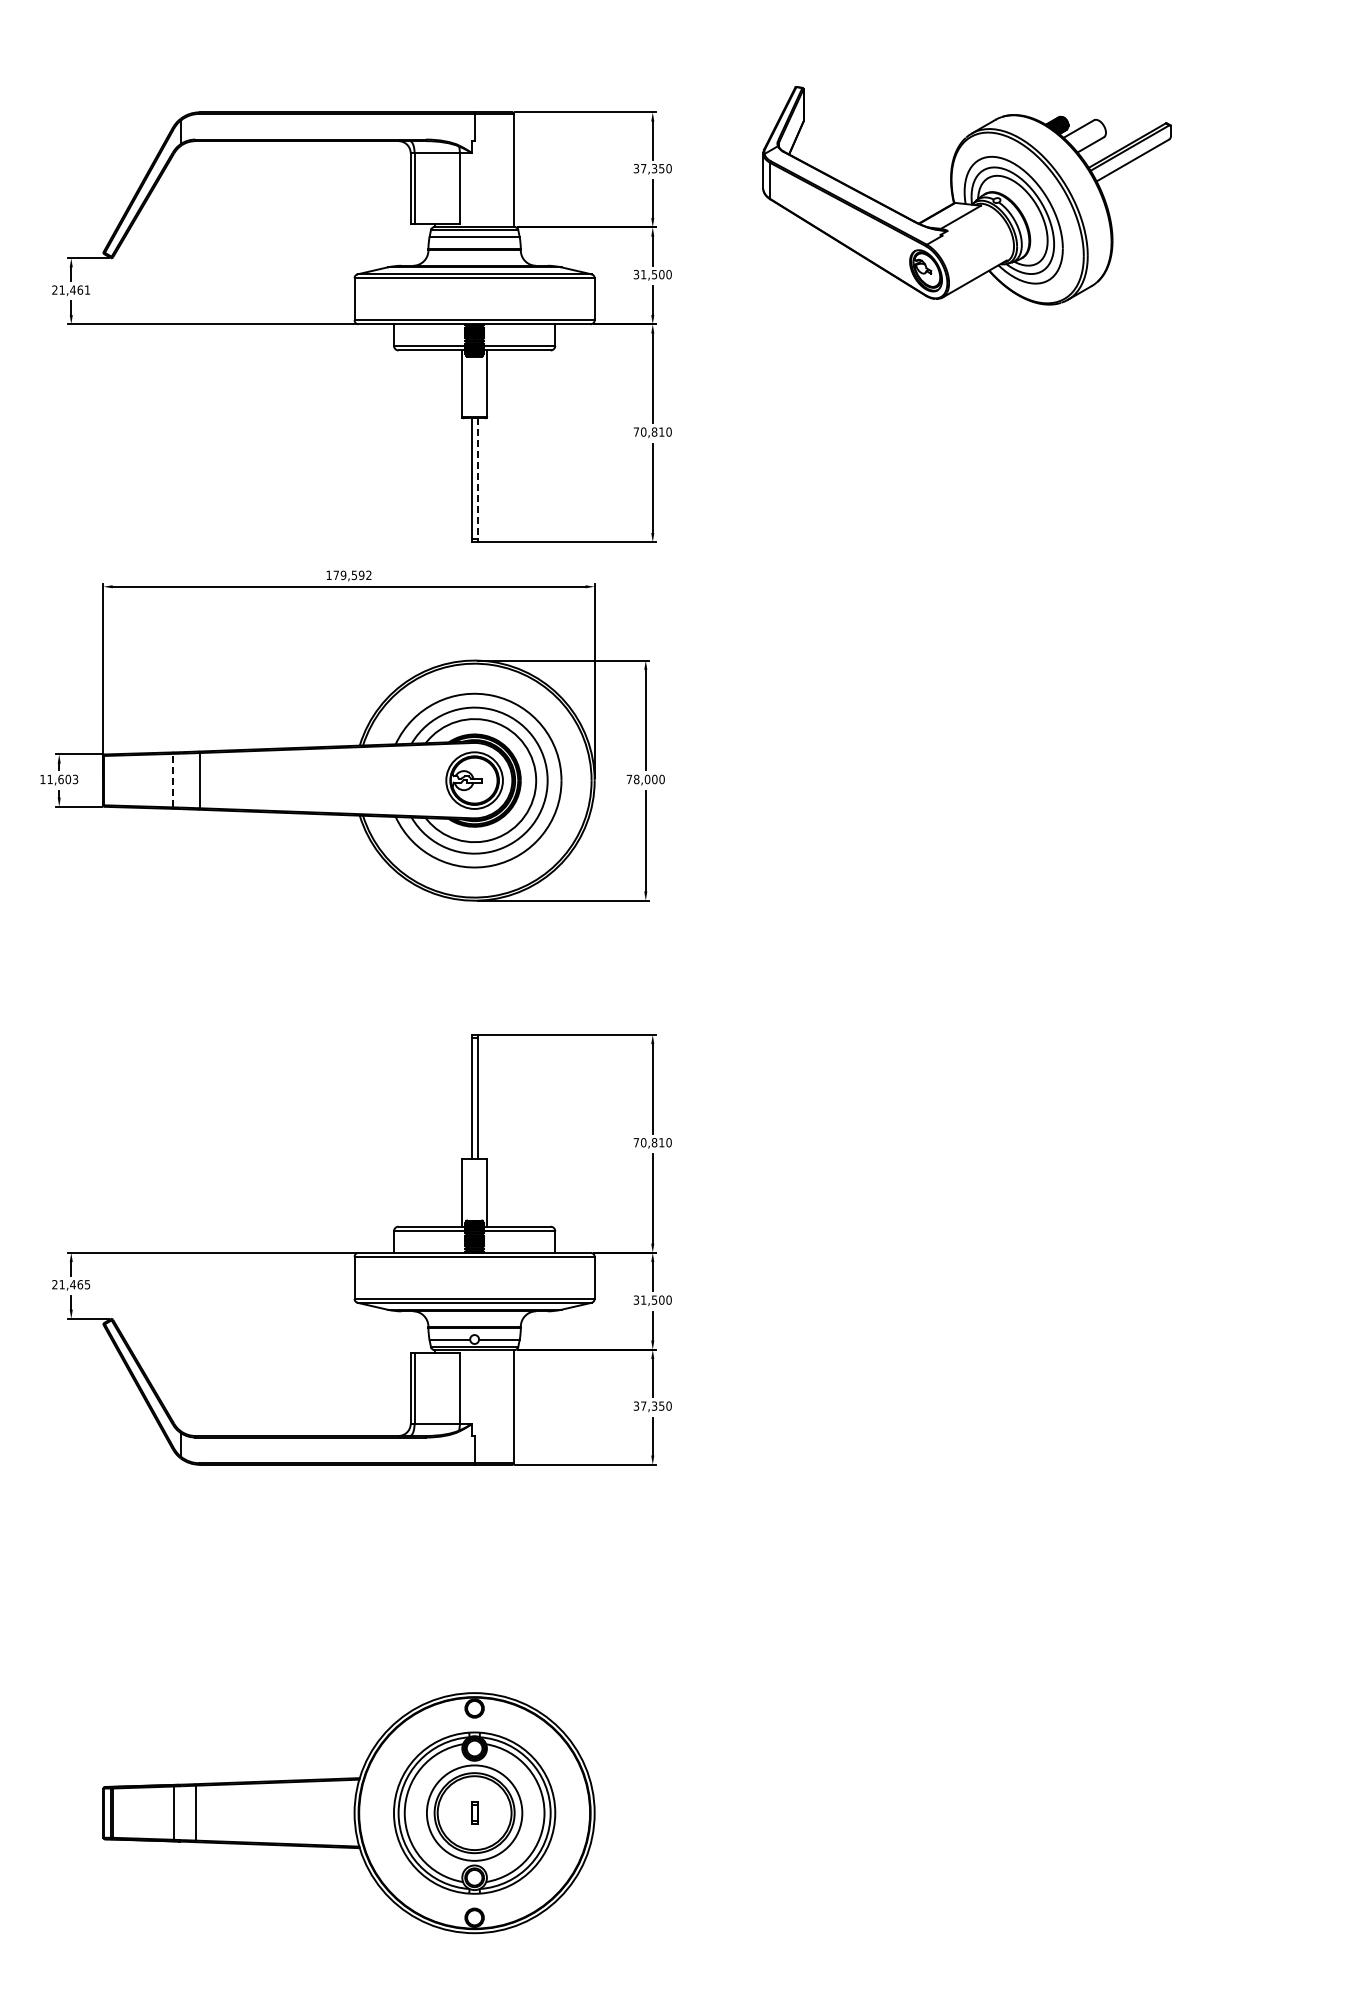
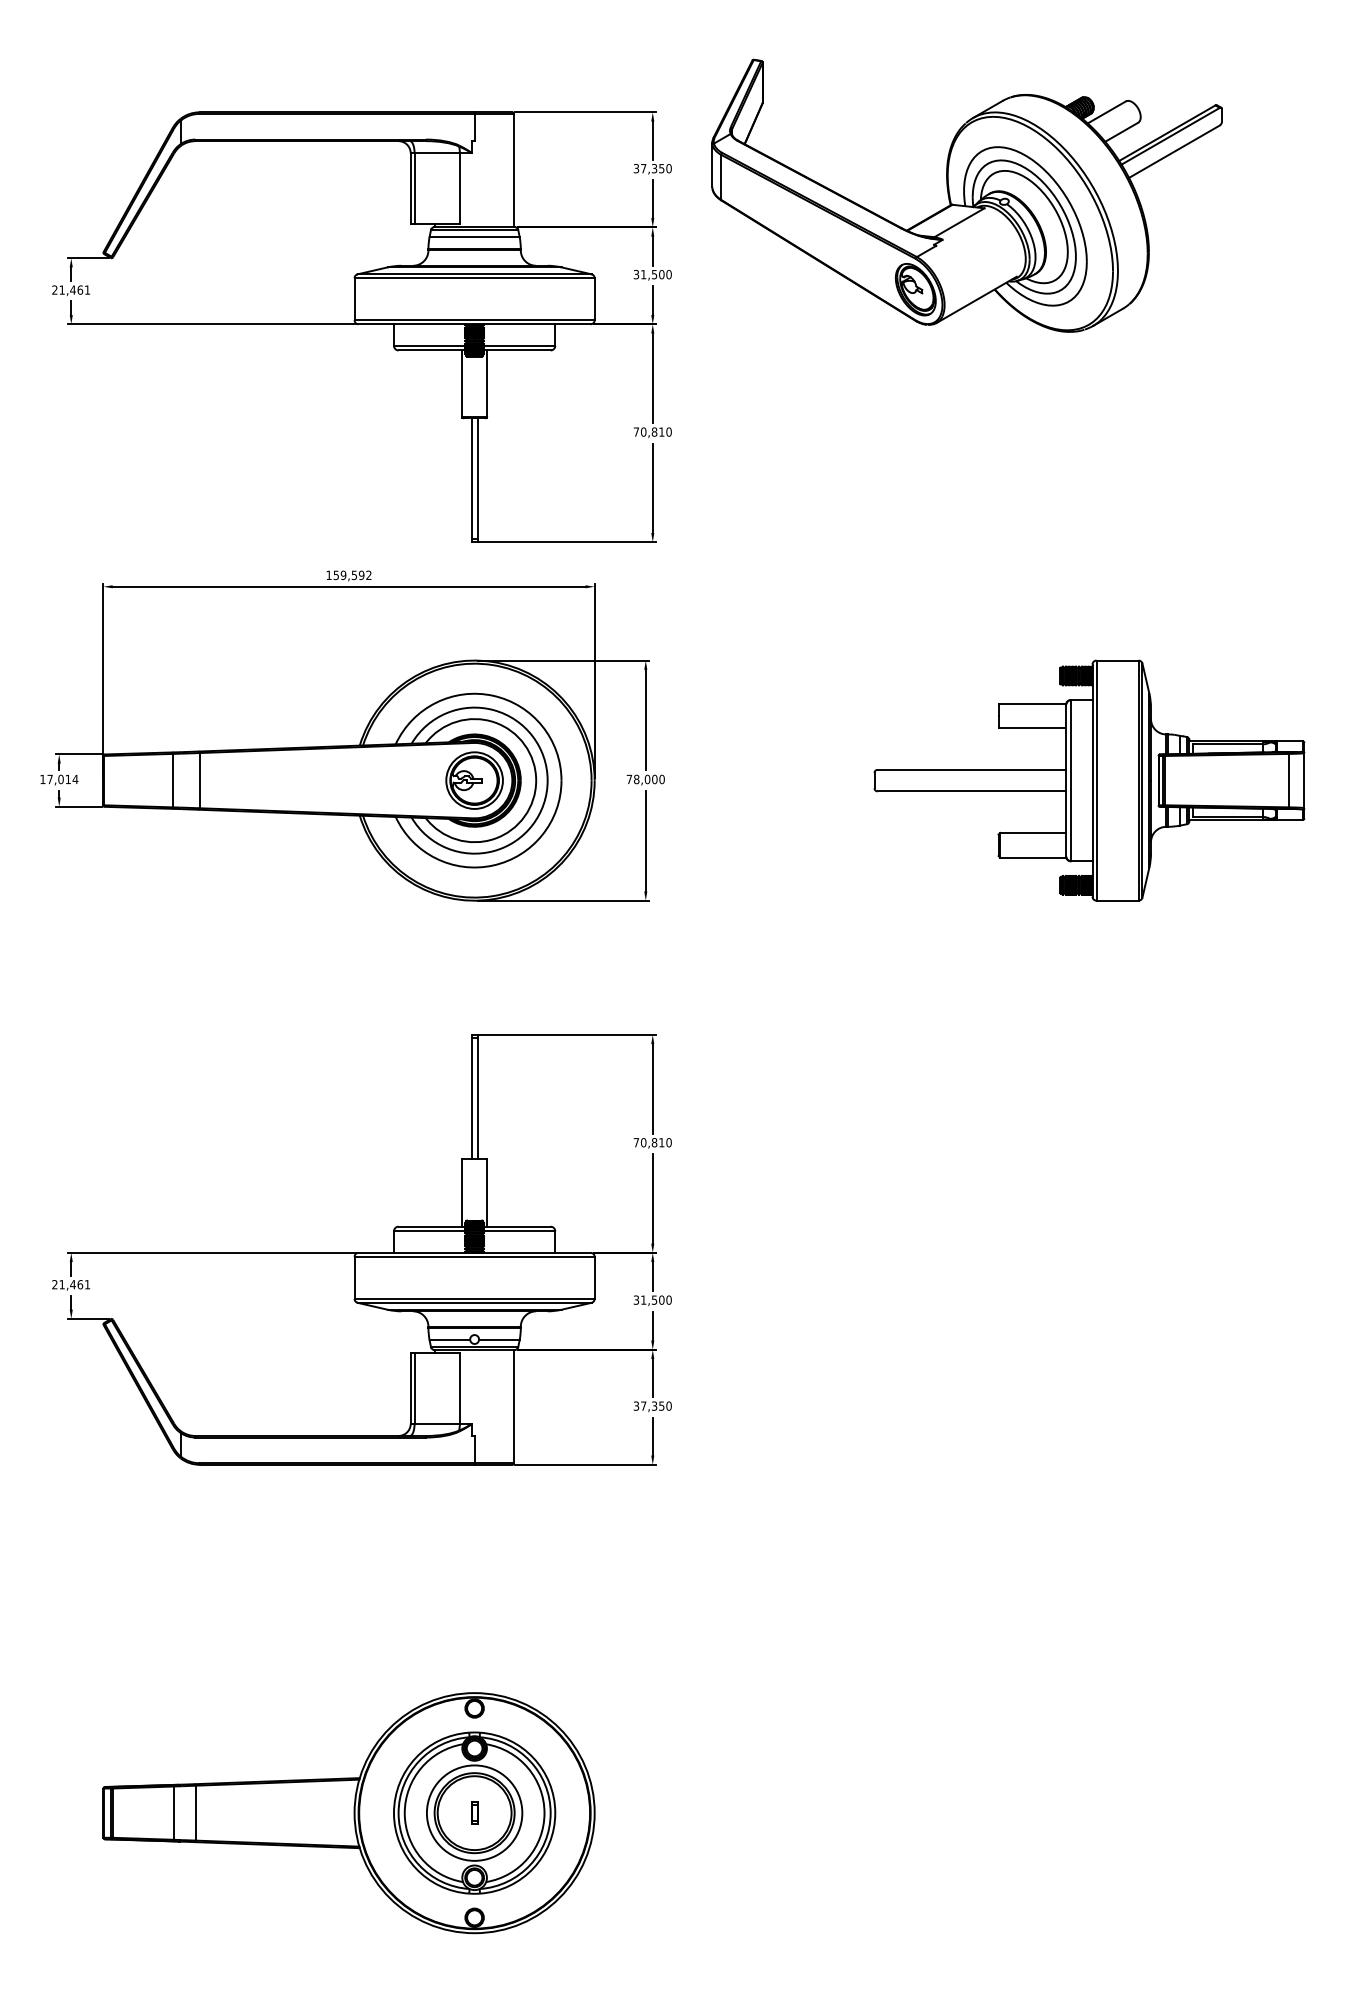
part at (966, 195) size: 410x220 px -> 512x275 px
line at (477, 478): dashed -> solid
text at (335, 575): 179,592 -> 159,592
text at (62, 779): 11,603 -> 17,014
line at (172, 780): dashed -> solid
part at (1089, 780): none -> present
text at (87, 1284): 21,465 -> 21,461
